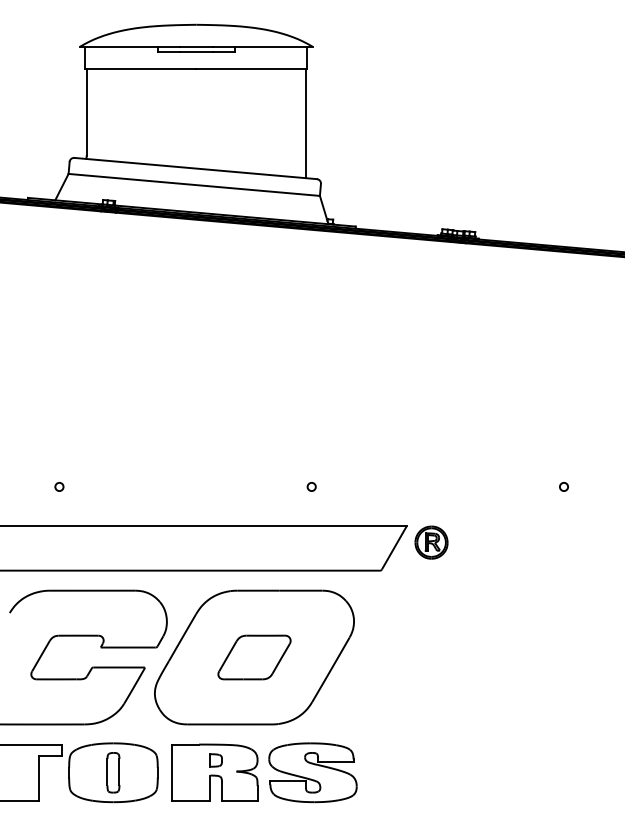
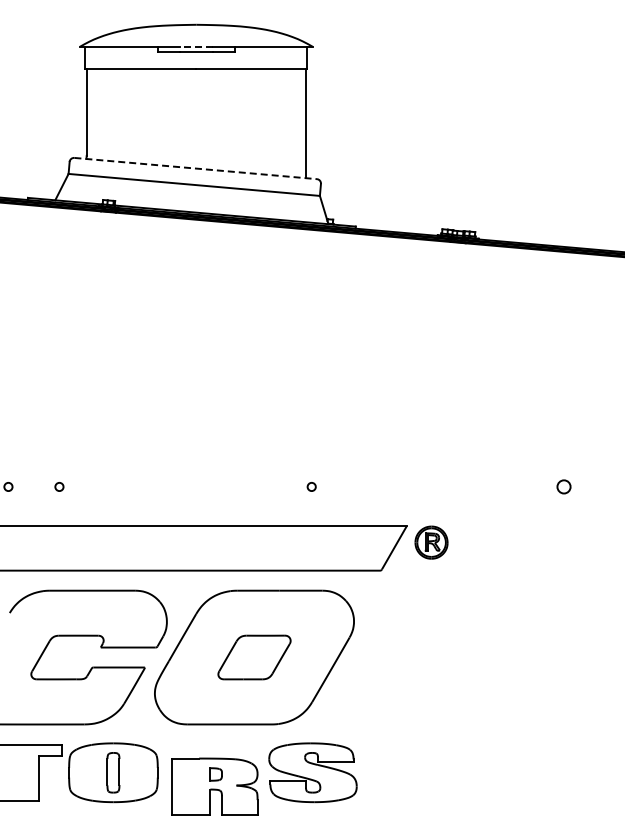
line at (195, 46): solid -> dashed
line at (195, 168): solid -> dashed
circle at (8, 486): none -> present
circle at (563, 486) size: 10x10 px -> 16x16 px
part at (214, 772) position: (214, 772) -> (214, 786)
